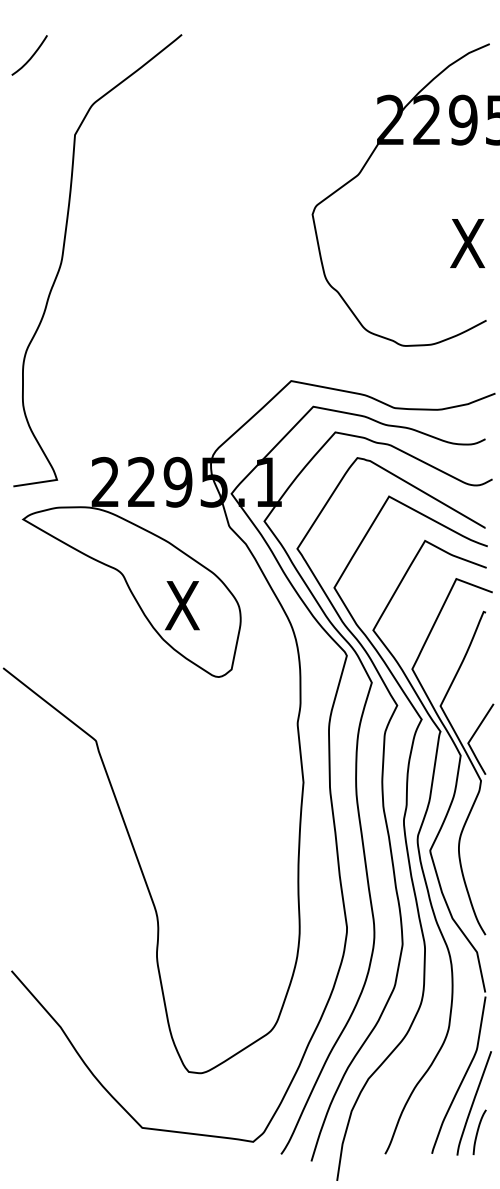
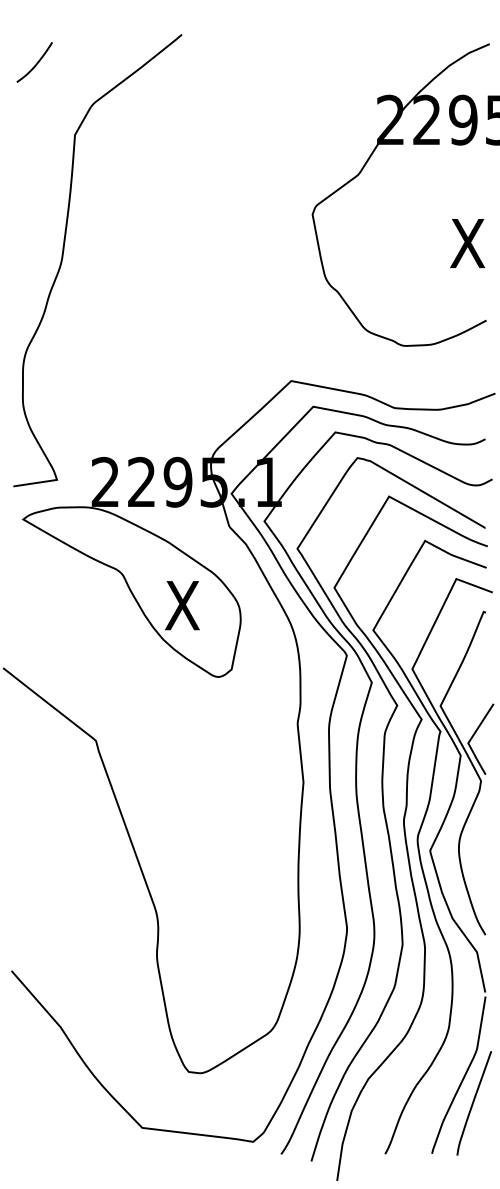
curve at (31, 55) position: (31, 55) -> (36, 62)
curve at (478, 1131): present -> none
